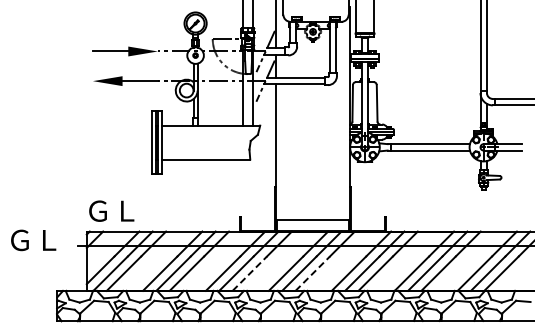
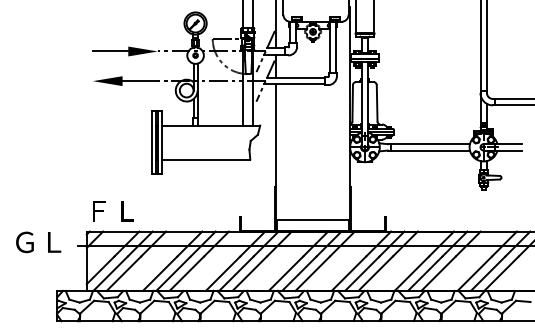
text at (111, 210): ＧＬ -> ＦＬ
text at (33, 240) position: (33, 240) -> (38, 242)
line at (250, 273): dashed -> solid
line at (313, 273): dashed -> solid
